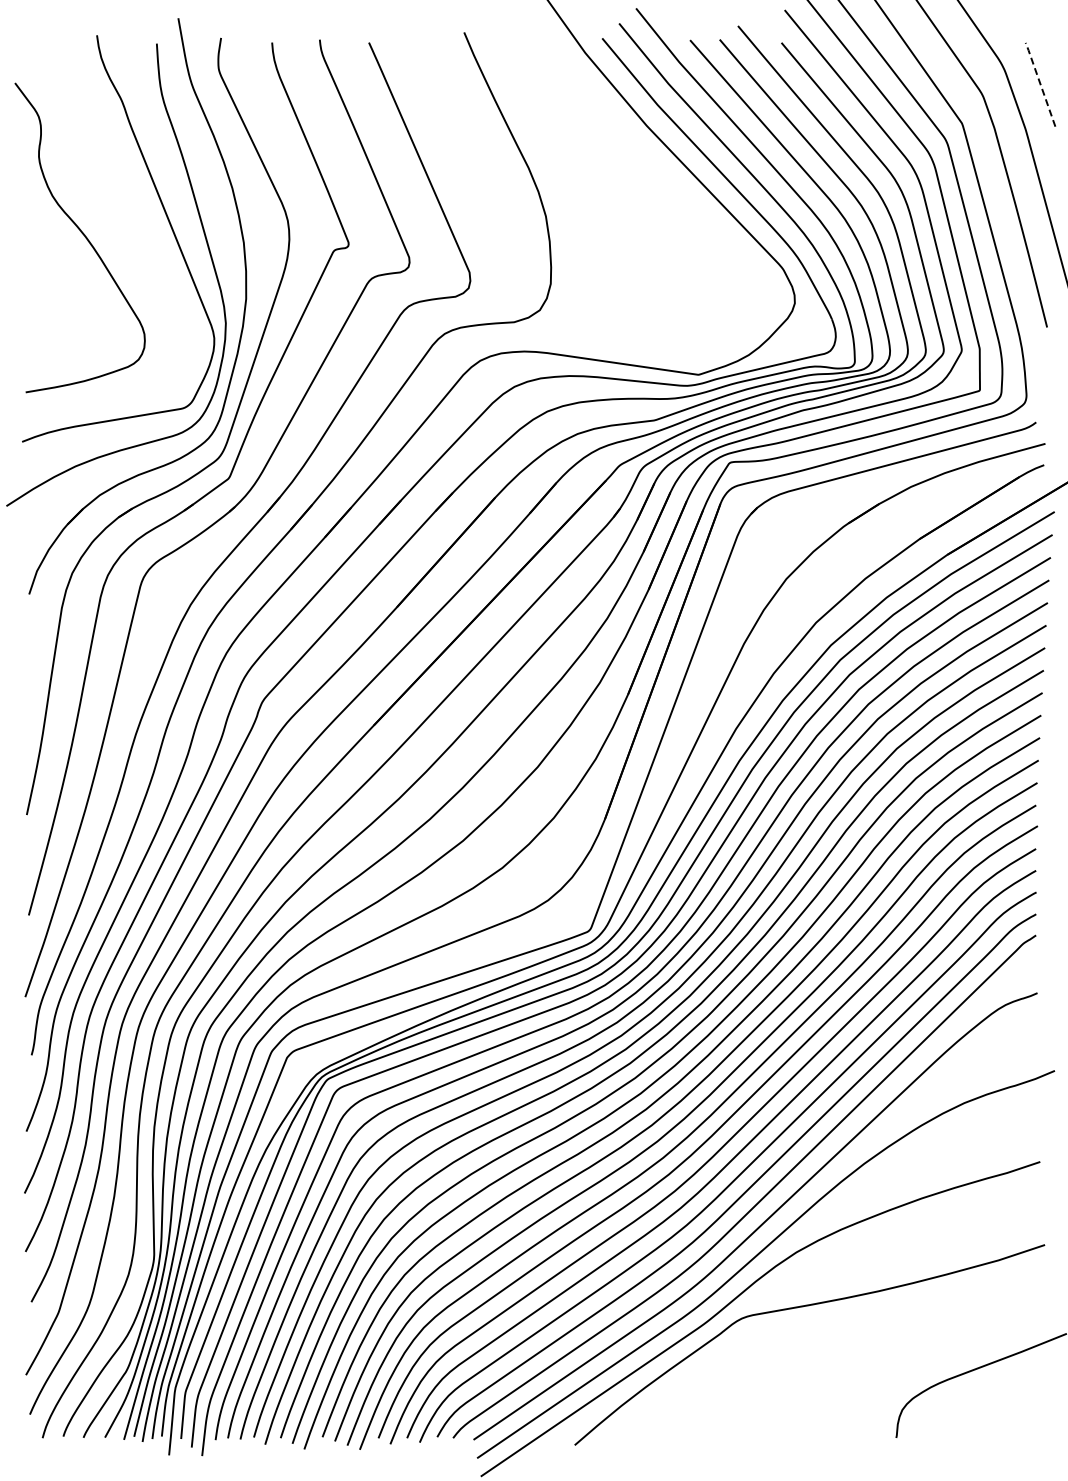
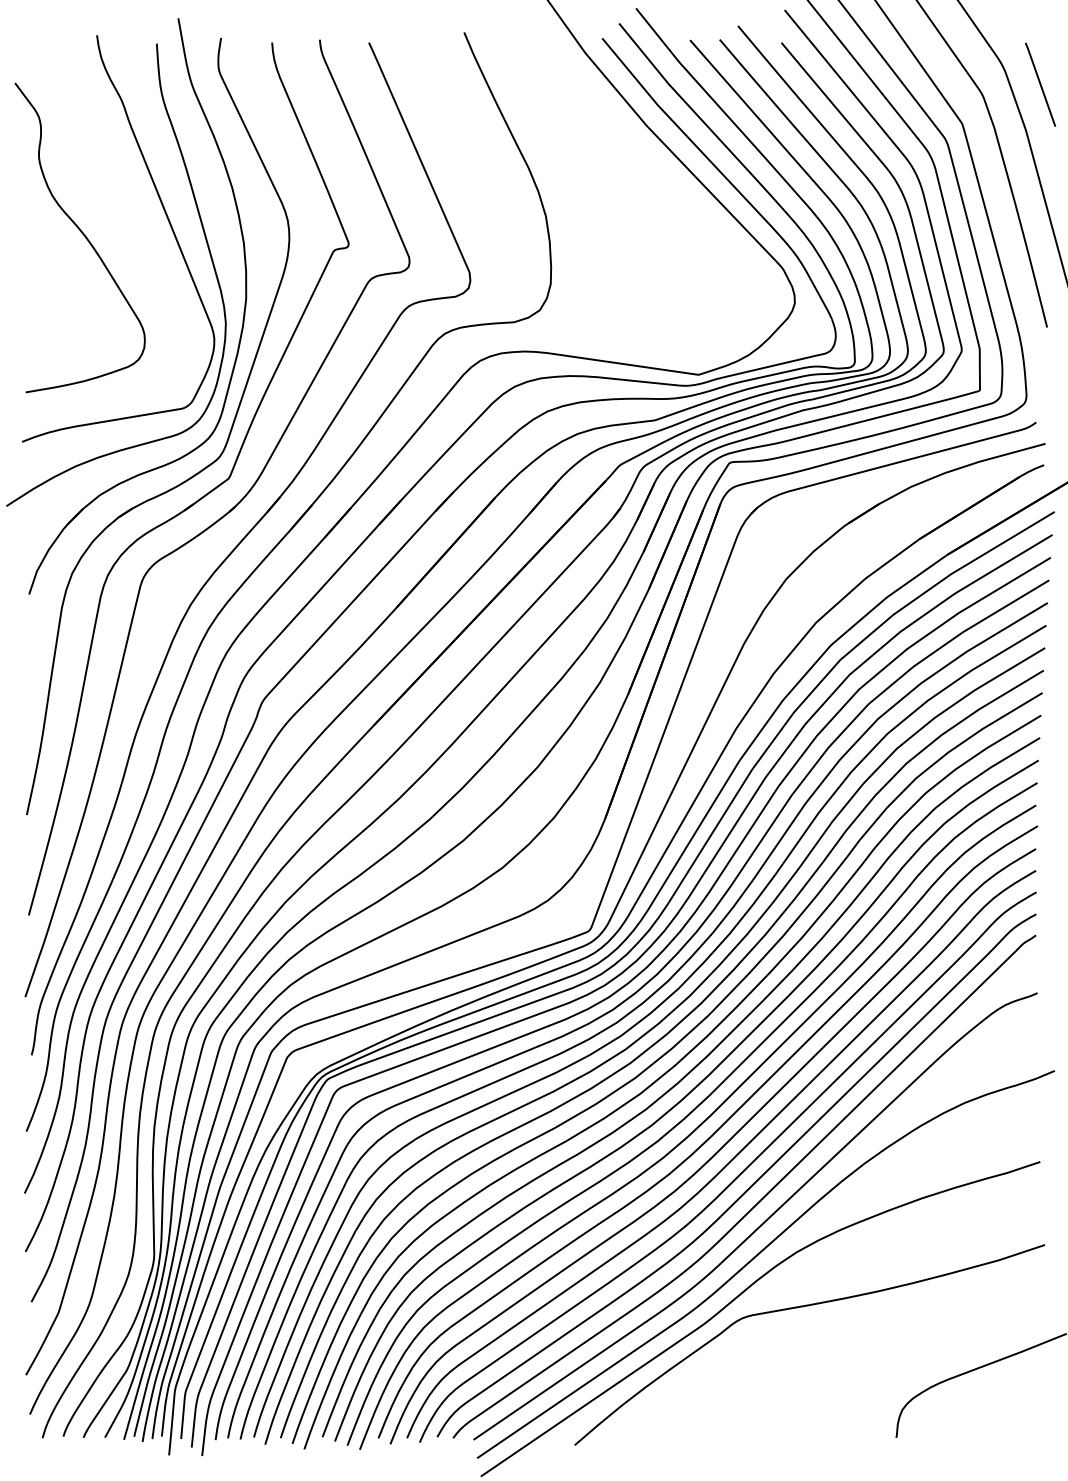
line at (1040, 83): dashed -> solid
